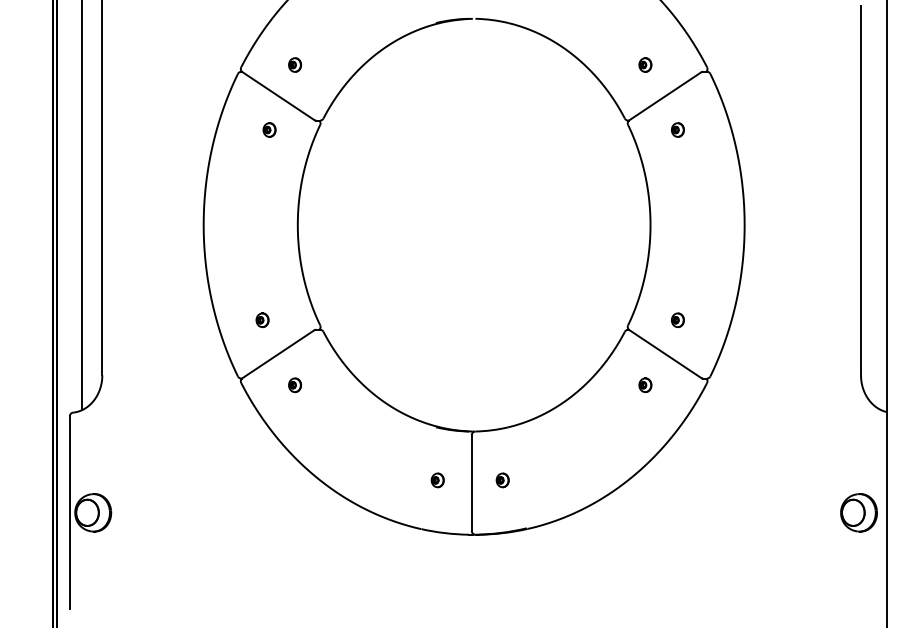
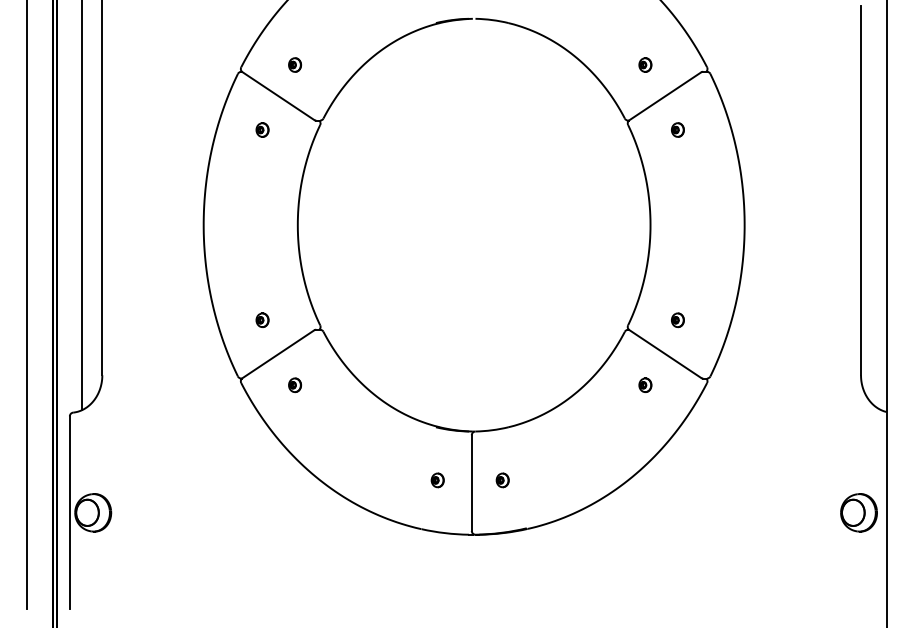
part at (269, 129) position: (269, 129) -> (262, 129)
line at (27, 305): none -> present
